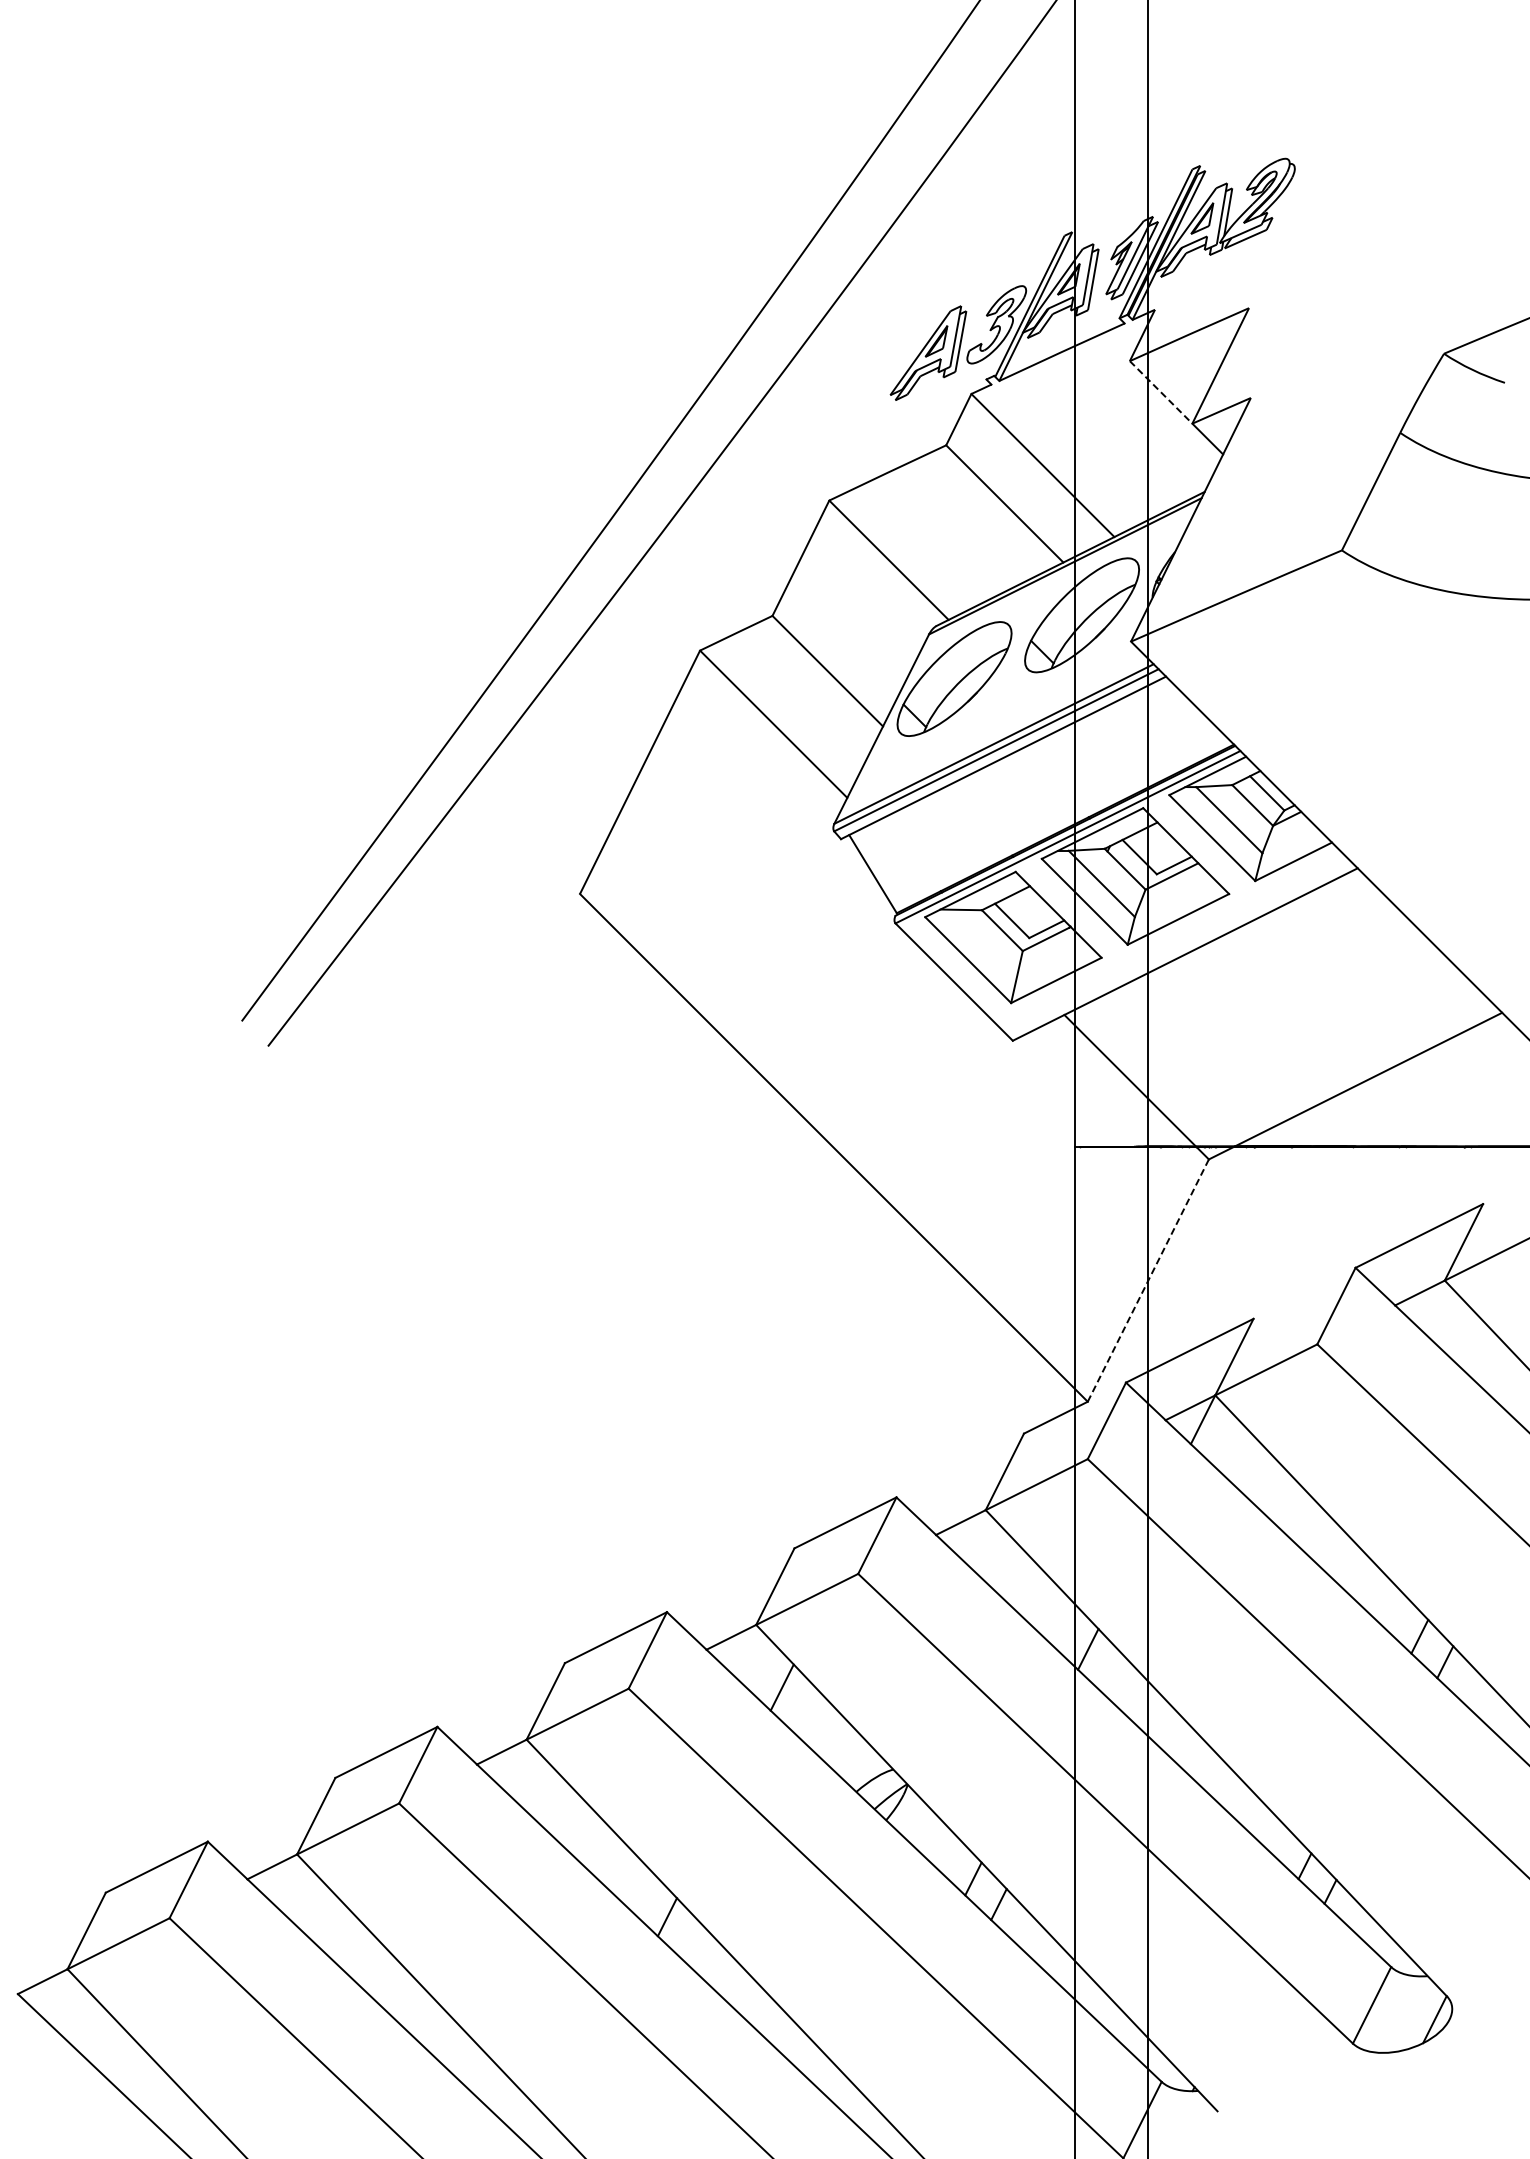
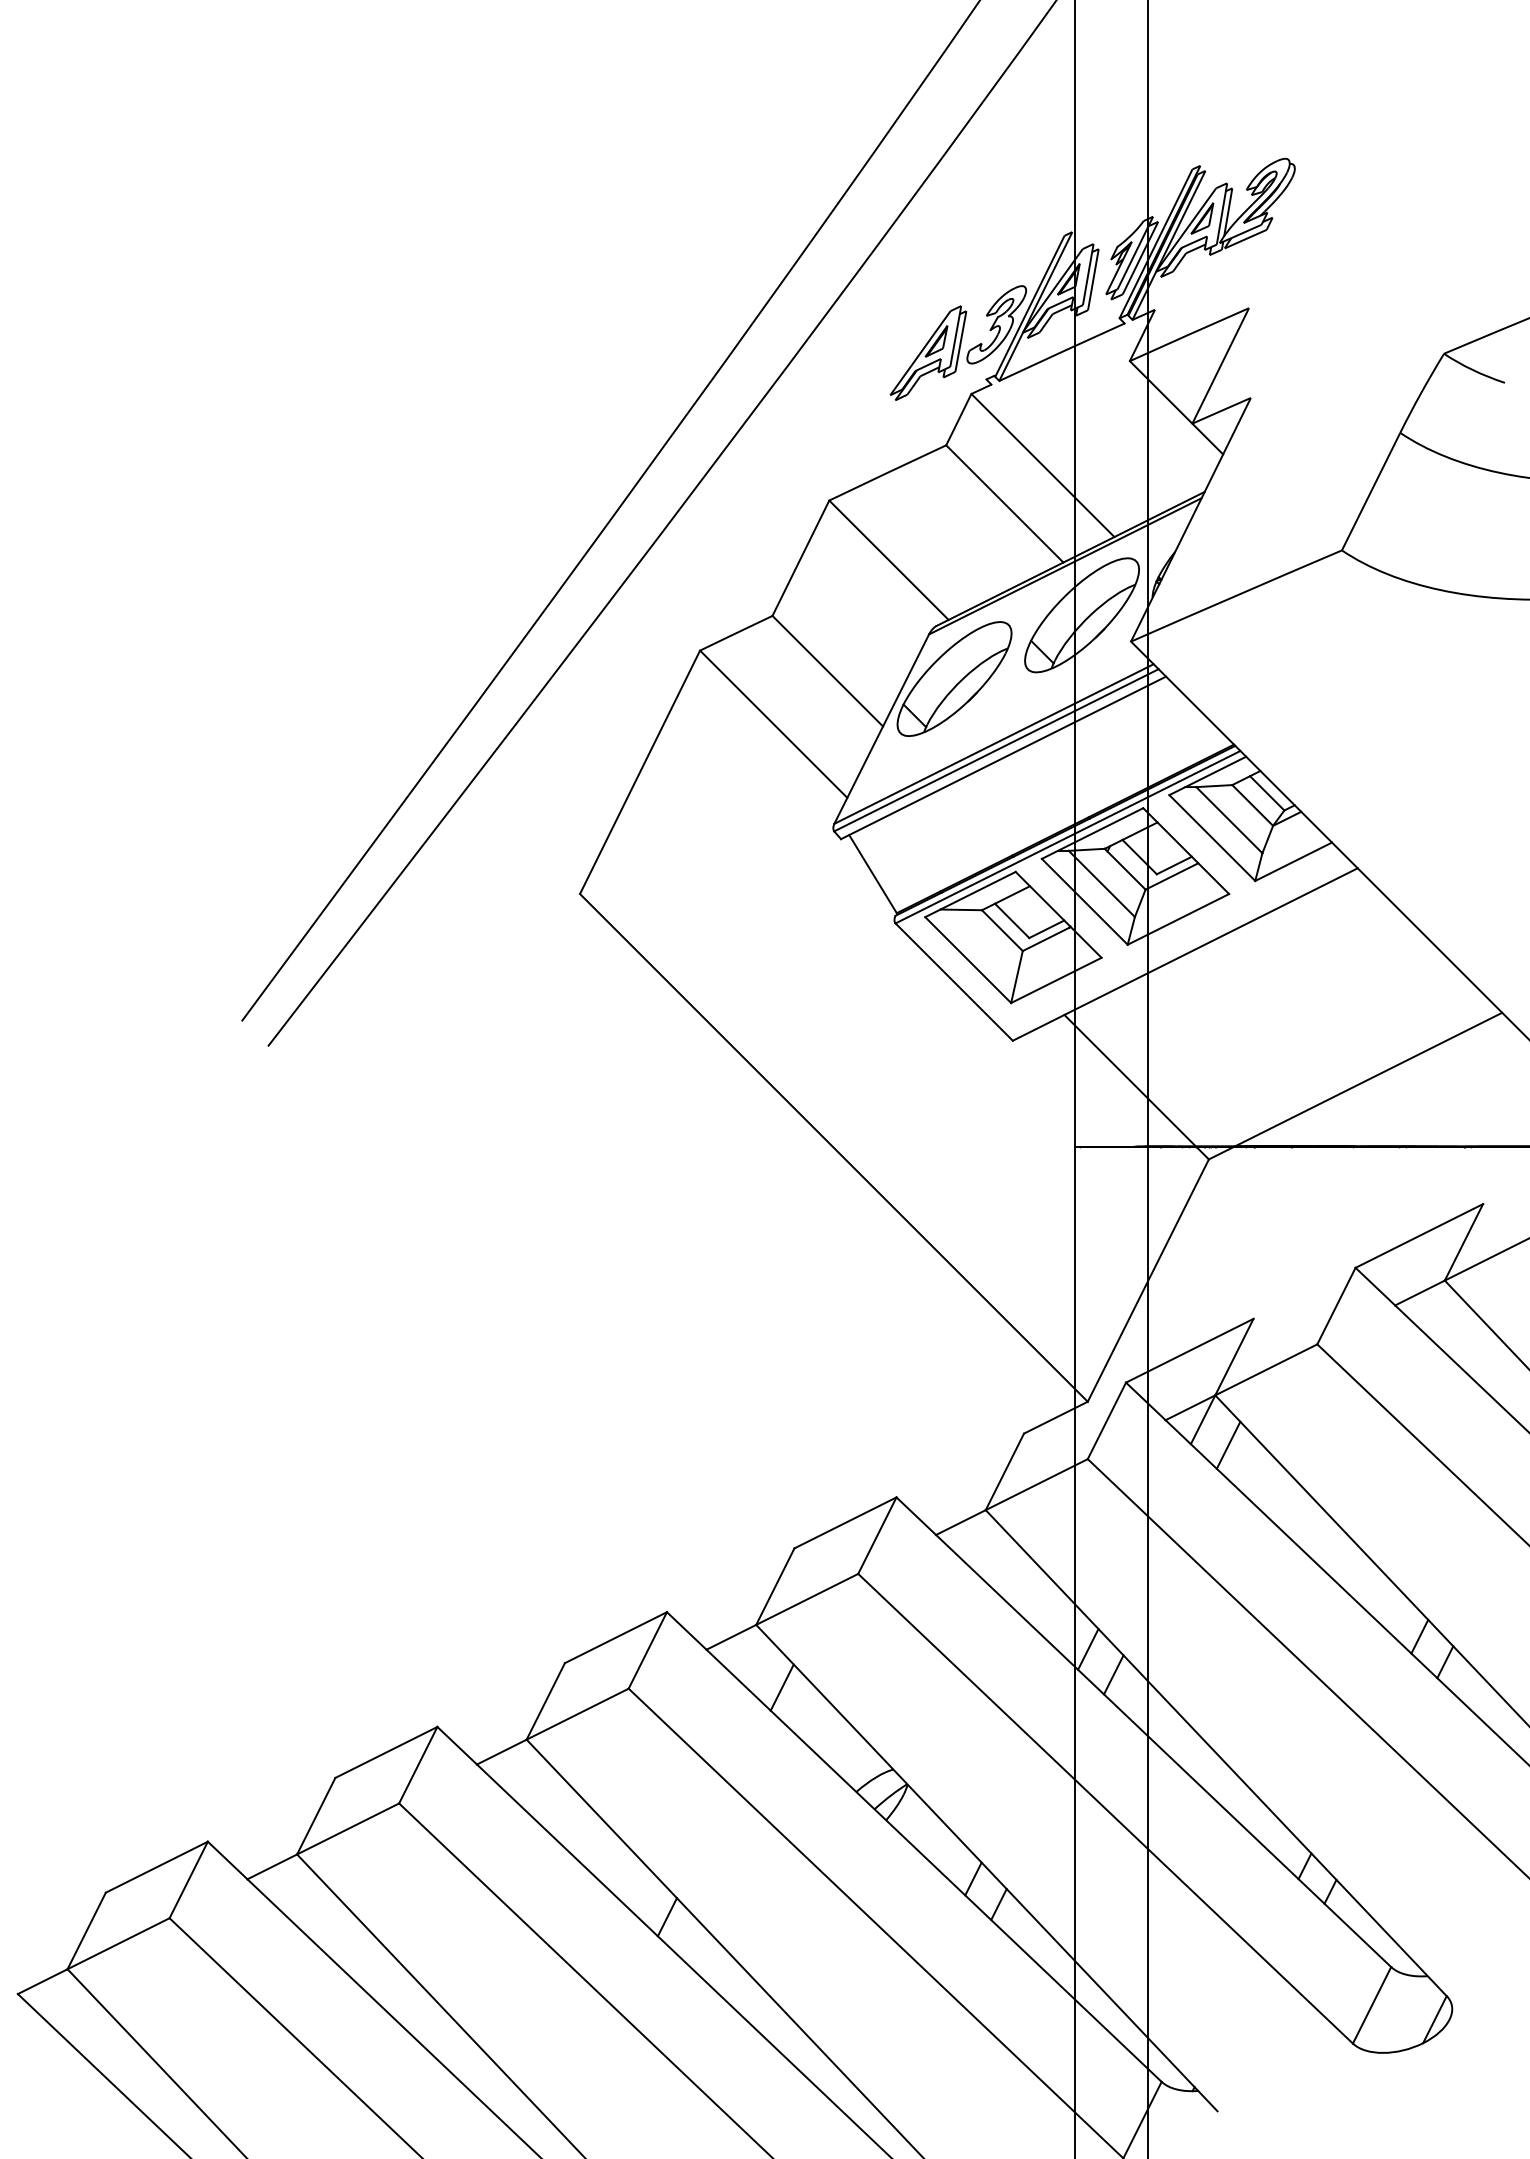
line at (1161, 392): dashed -> solid
line at (1148, 1281): dashed -> solid
line at (1228, 1444): none -> present
line at (1113, 1674): none -> present
